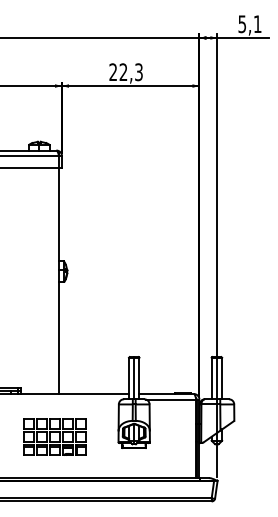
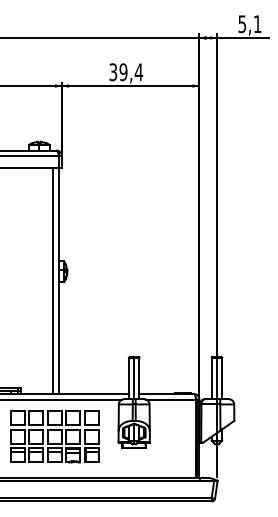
text at (126, 72): 22,3 -> 39,4
line at (52, 280): none -> present
line at (62, 399): none -> present
part at (54, 436) size: 64x38 px -> 90x54 px
